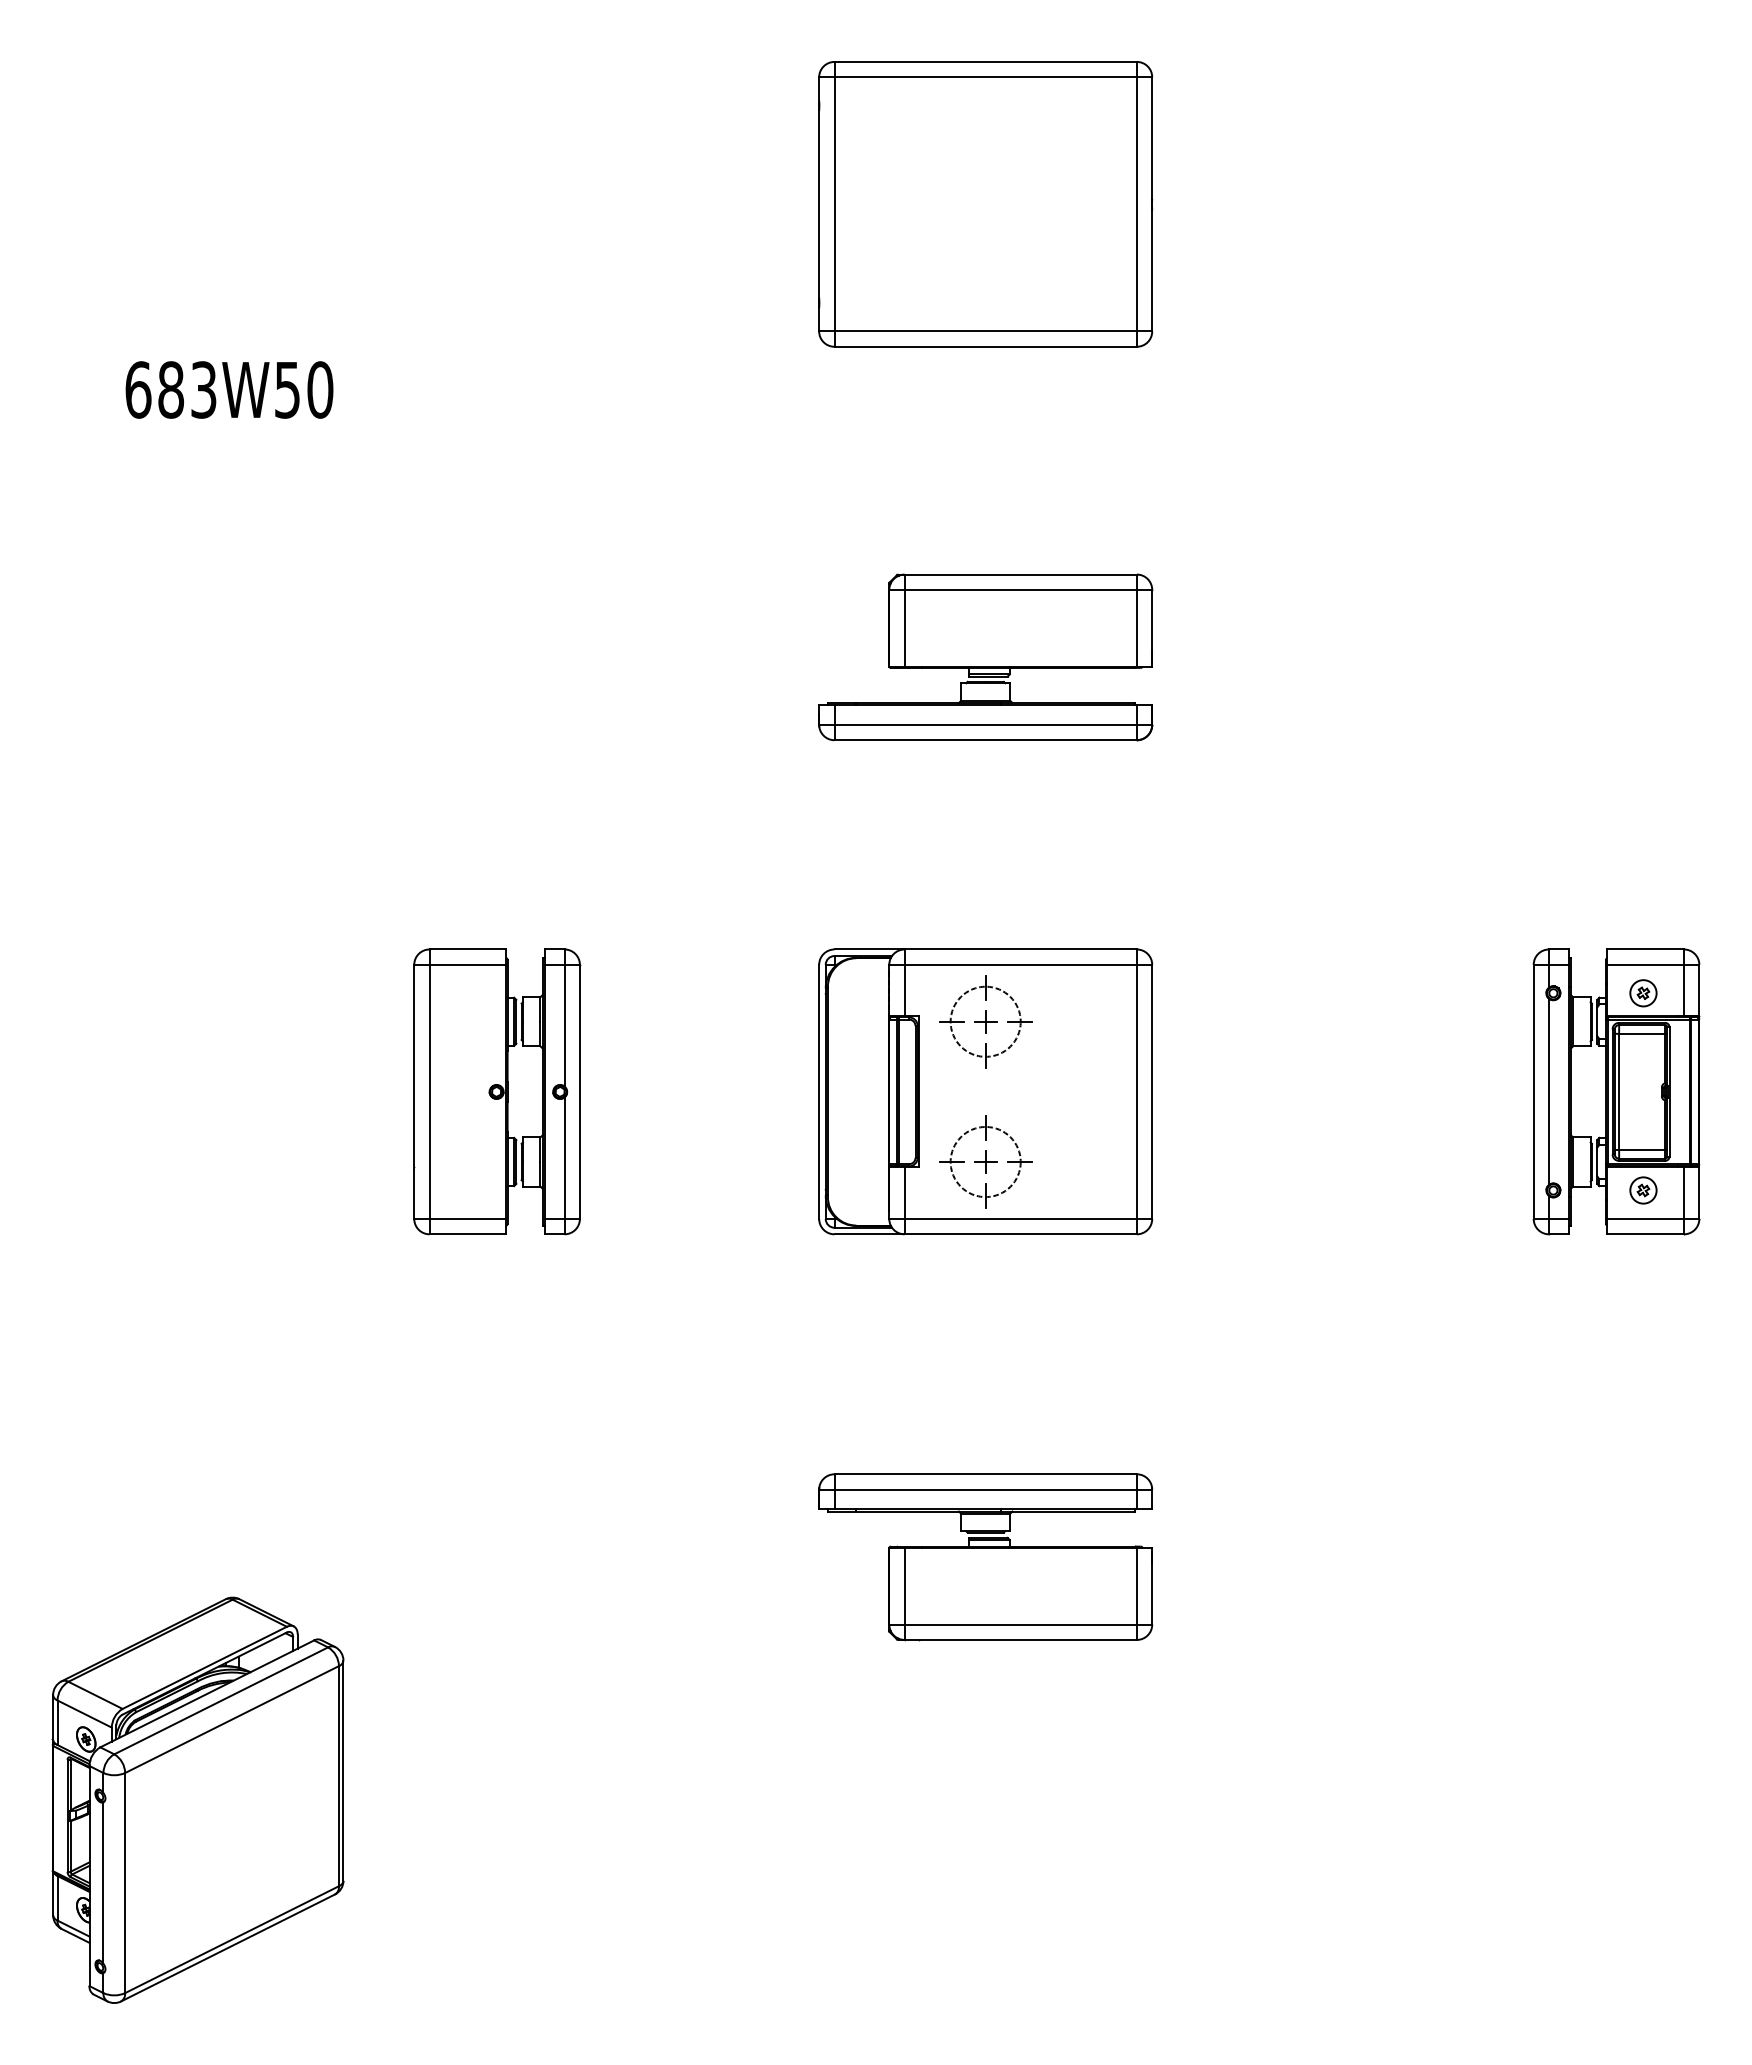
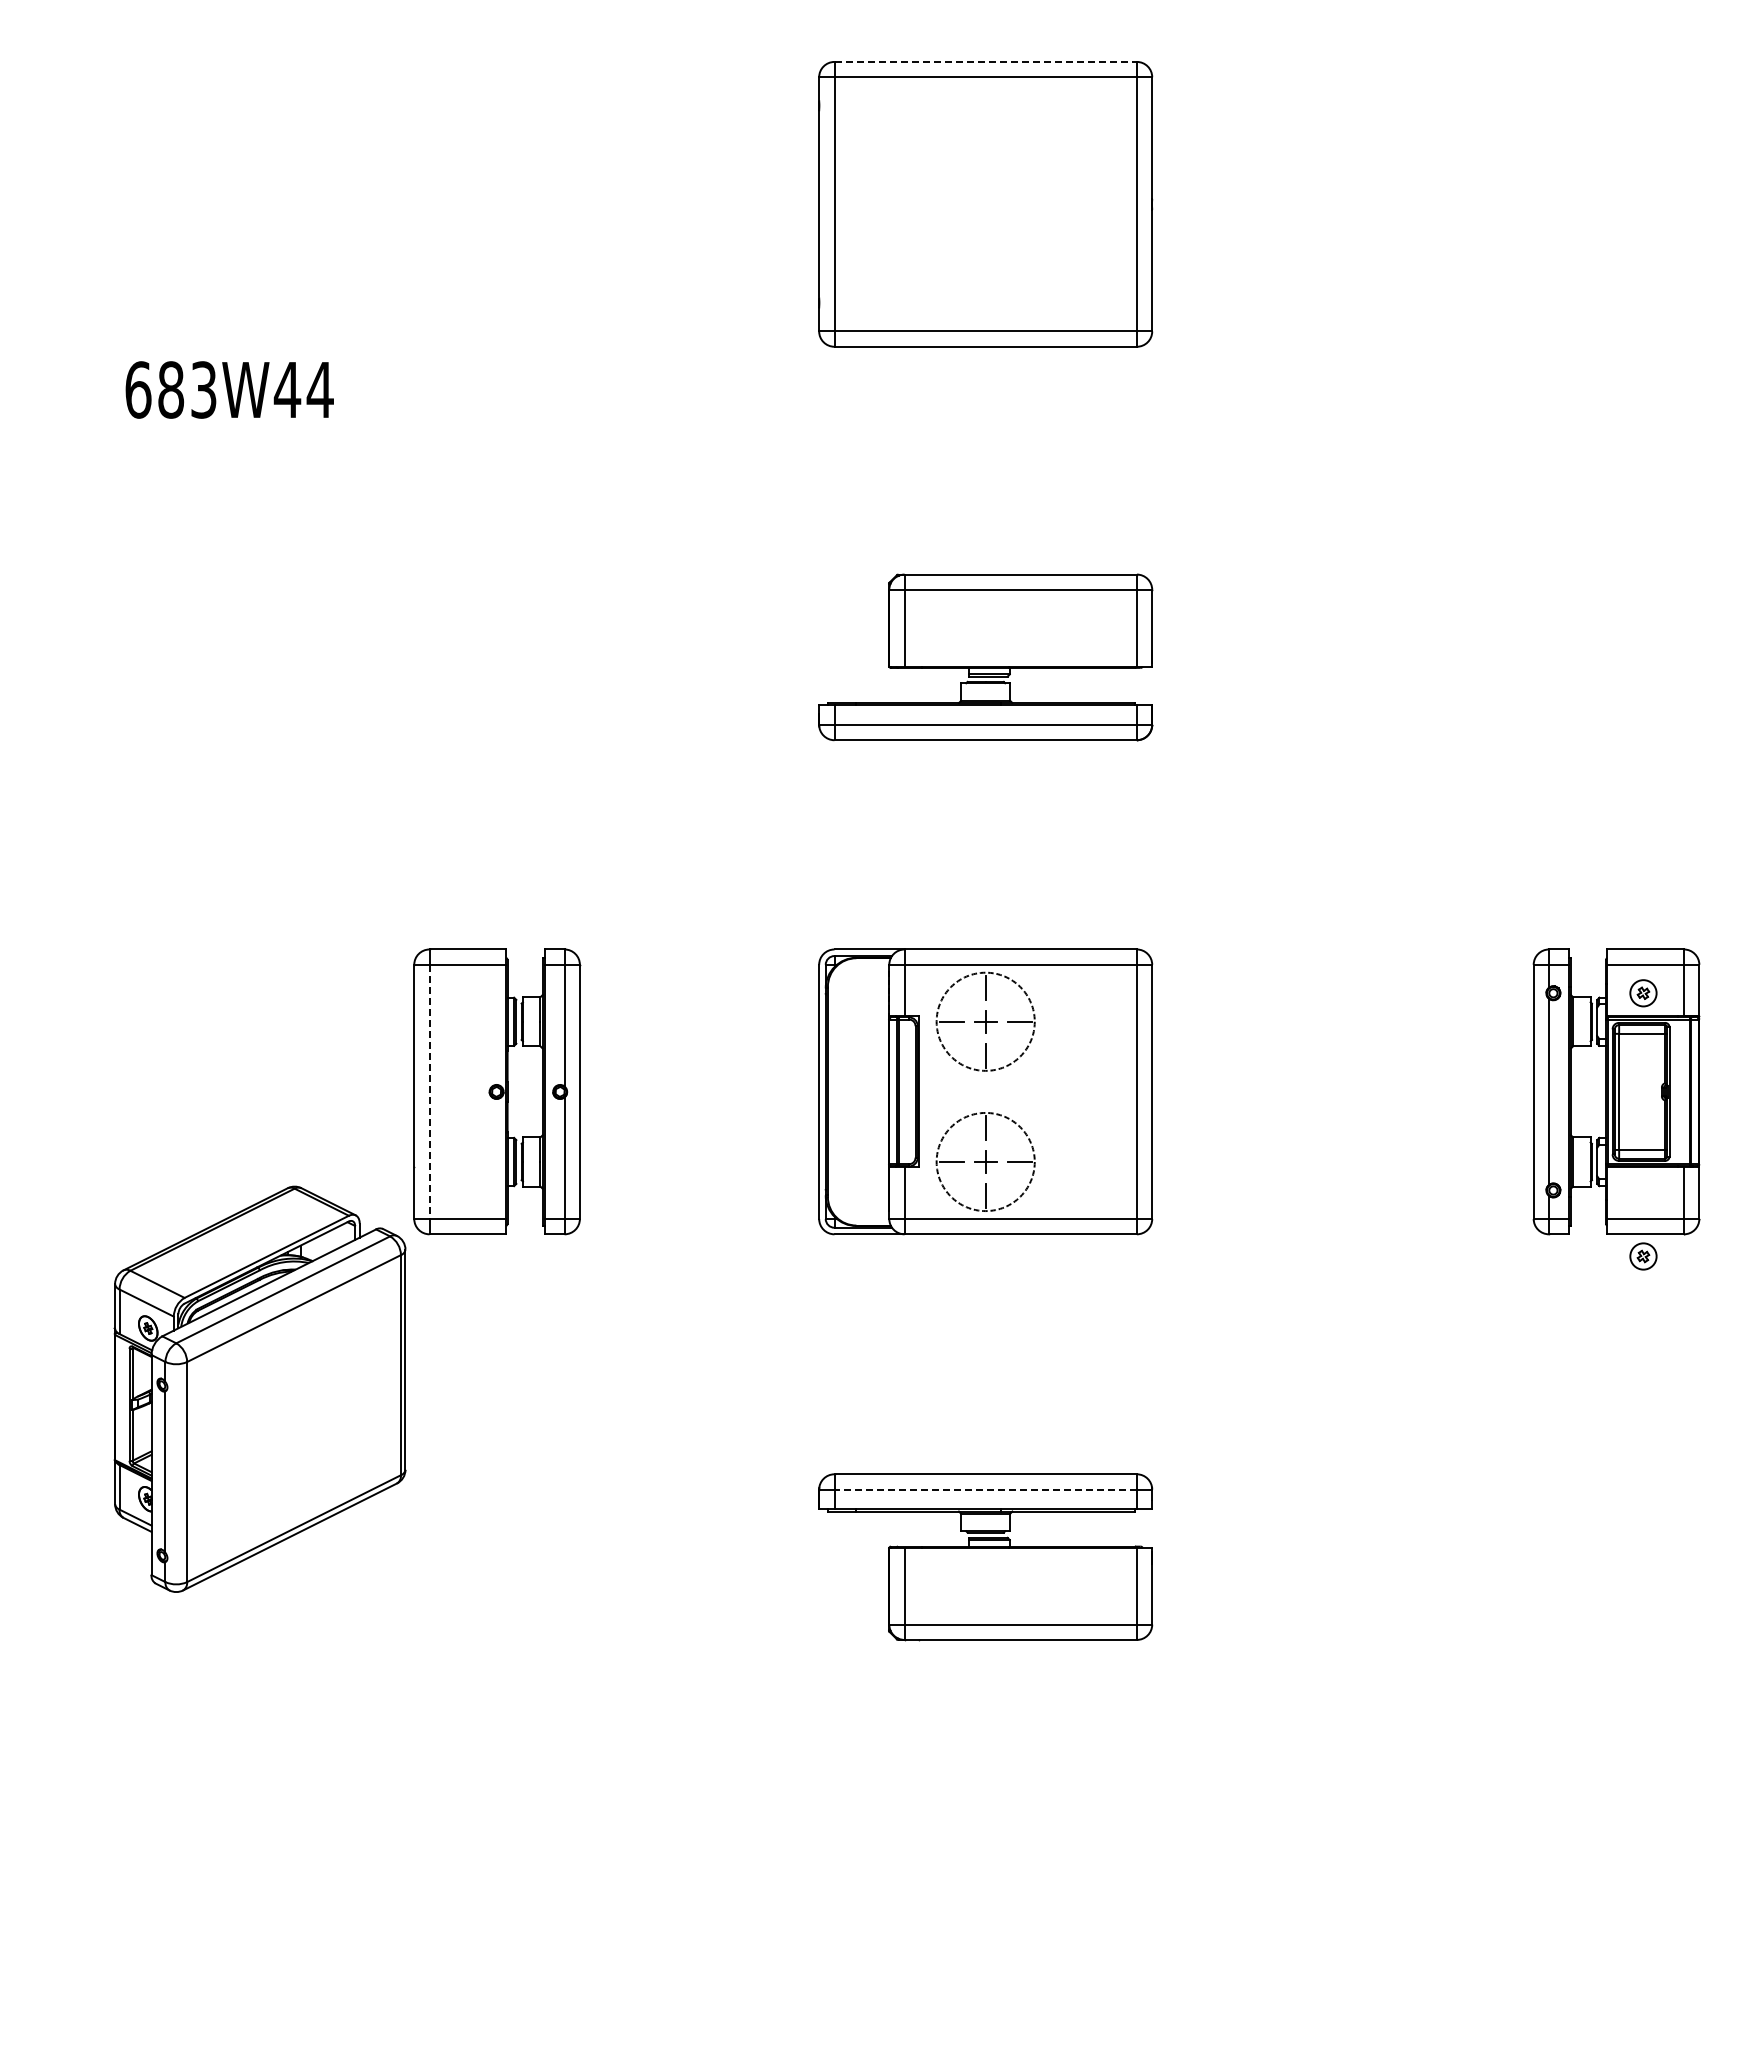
line at (986, 61): solid -> dashed
text at (303, 389): 683W50 -> 683W44
circle at (985, 1021) diameter: 70 px -> 98 px
line at (429, 1092): solid -> dashed
circle at (985, 1161) diameter: 70 px -> 98 px
part at (1643, 1190) position: (1643, 1190) -> (1643, 1256)
line at (985, 1489): solid -> dashed
part at (197, 1799) position: (197, 1799) -> (259, 1388)
